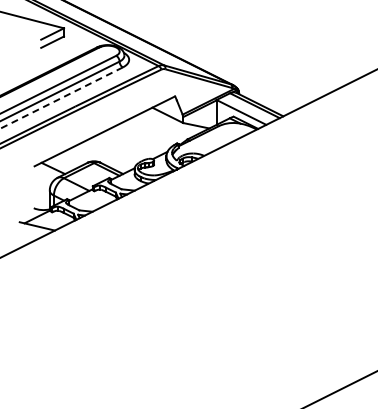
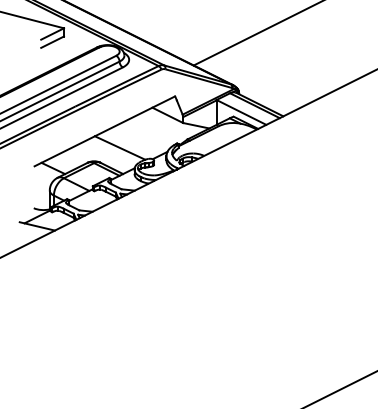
line at (256, 33): none -> present
line at (61, 98): dashed -> solid
line at (119, 147): none -> present
